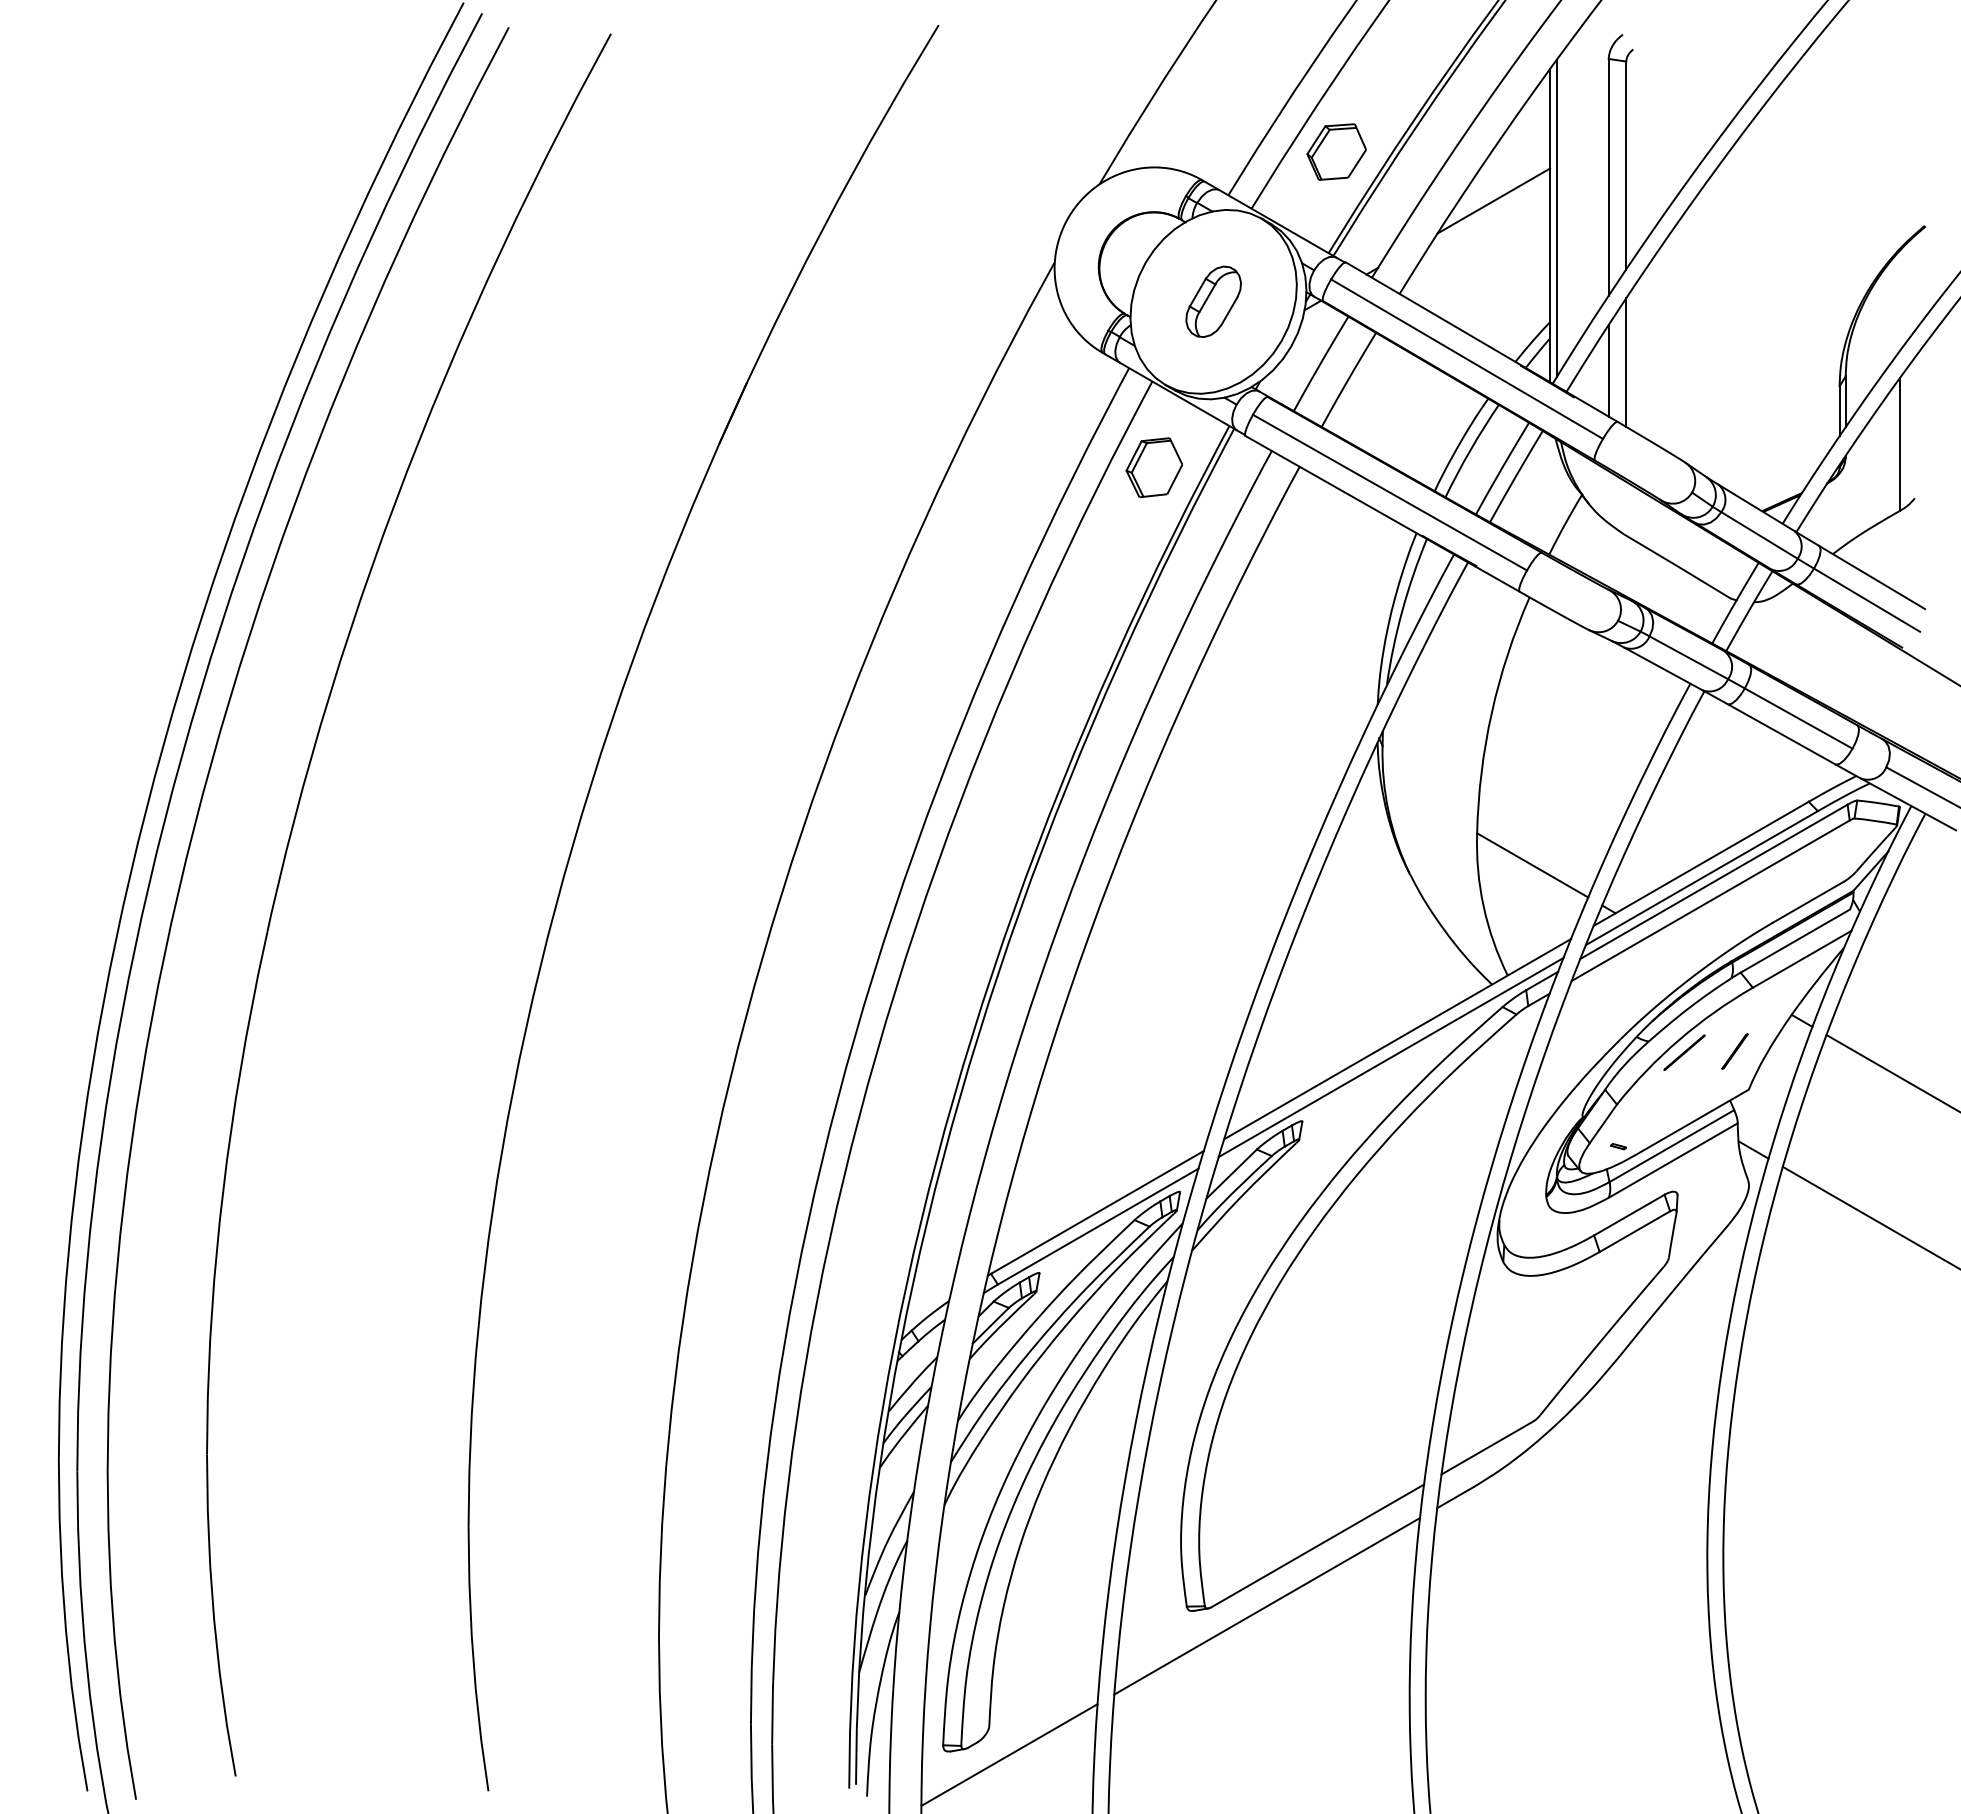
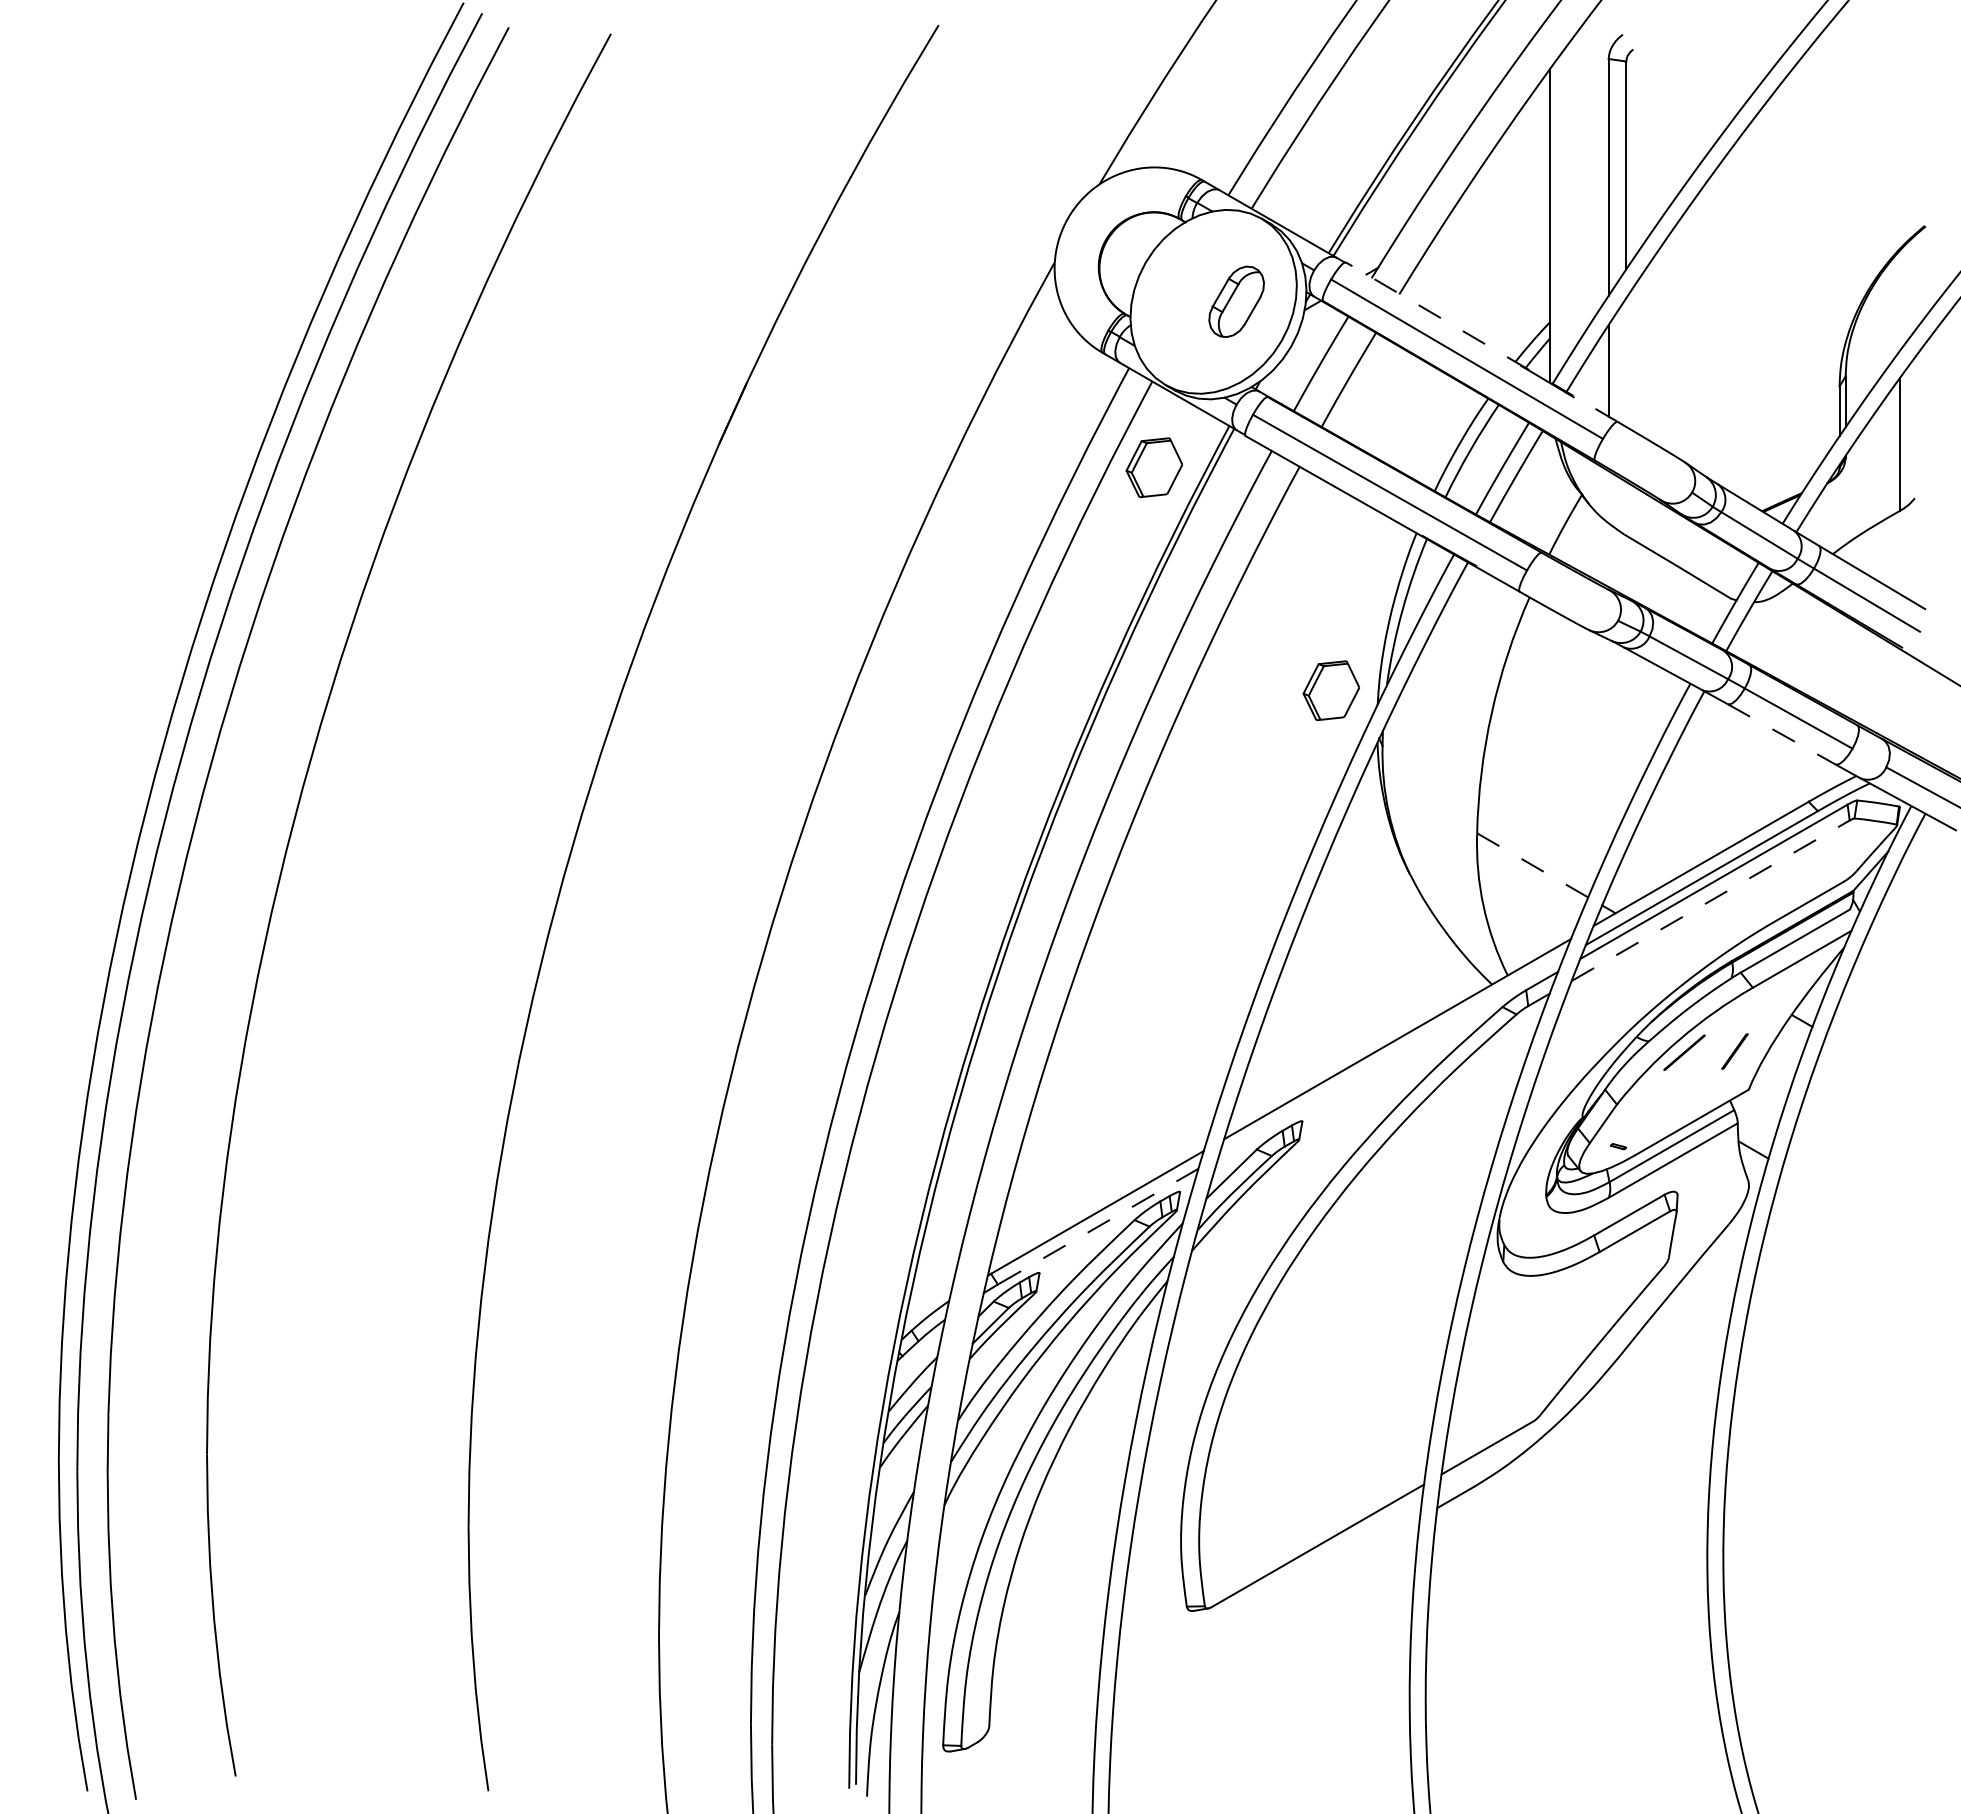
part at (1336, 151): present -> none
line at (1493, 200): present -> none
line at (1556, 218): present -> none
part at (1213, 301) position: (1213, 301) -> (1236, 301)
line at (1481, 342): solid -> dashed
line at (1626, 362): present -> none
part at (1330, 690): none -> present
line at (1781, 734): solid -> dashed
line at (1533, 865): solid -> dashed
line at (1711, 900): solid -> dashed
line at (1390, 1057): present -> none
line at (1891, 1072): present -> none
line at (1869, 1216): present -> none
line at (1098, 1226): solid -> dashed
line at (1267, 1606): present -> none
line at (1009, 1754): present -> none
